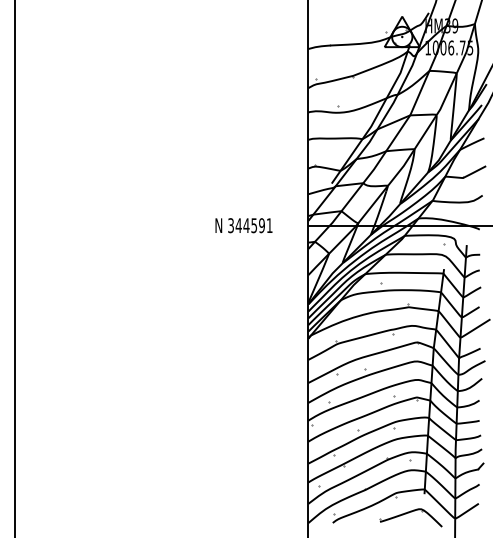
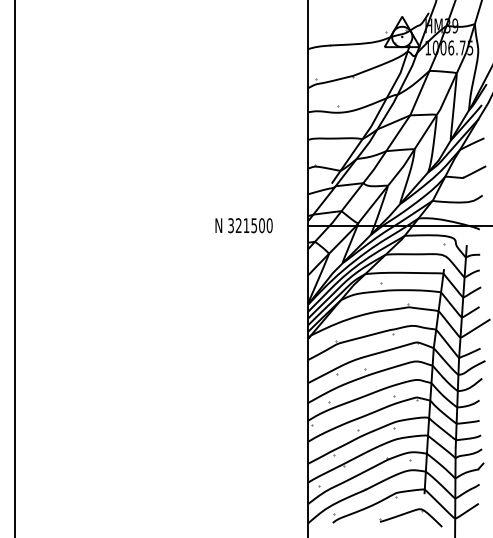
text at (253, 225): 344591 -> 321500
